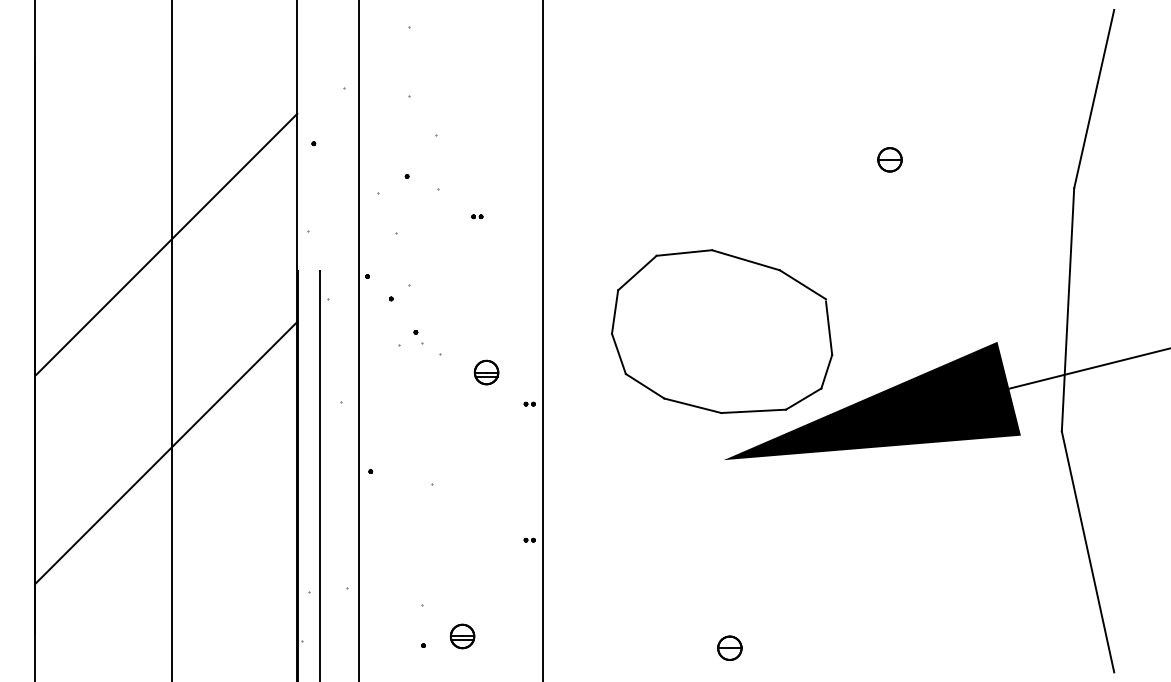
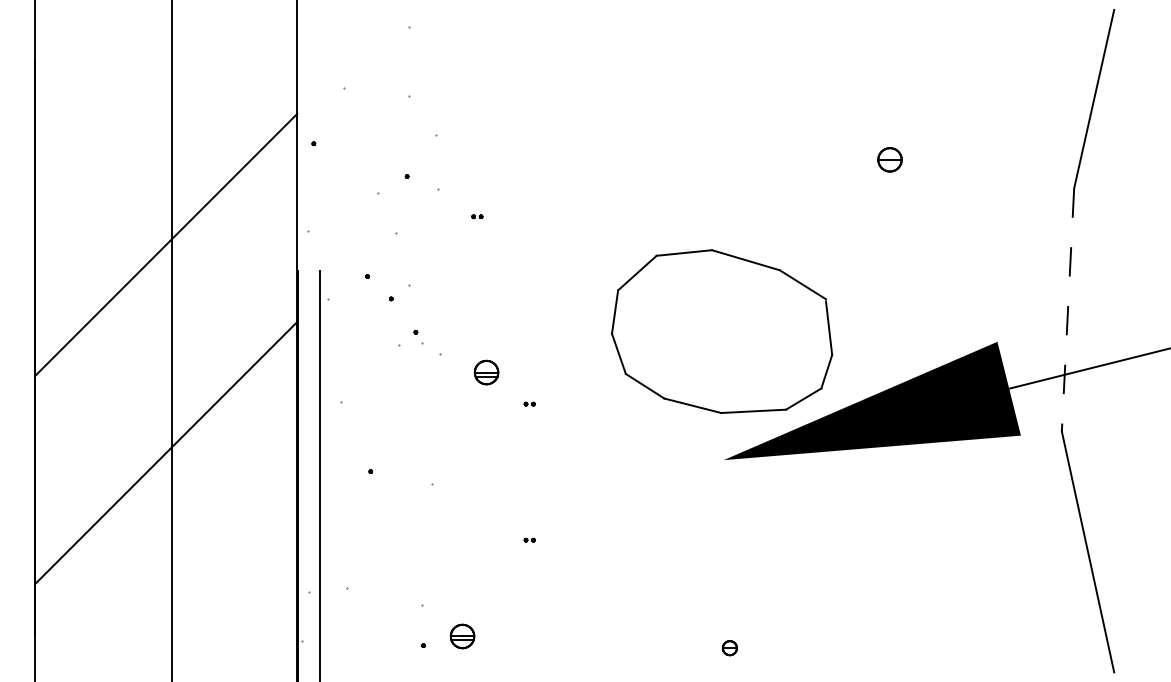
line at (1068, 309): solid -> dashed
line at (359, 340): present -> none
line at (543, 340): present -> none
part at (729, 647) size: 26x26 px -> 16x17 px
